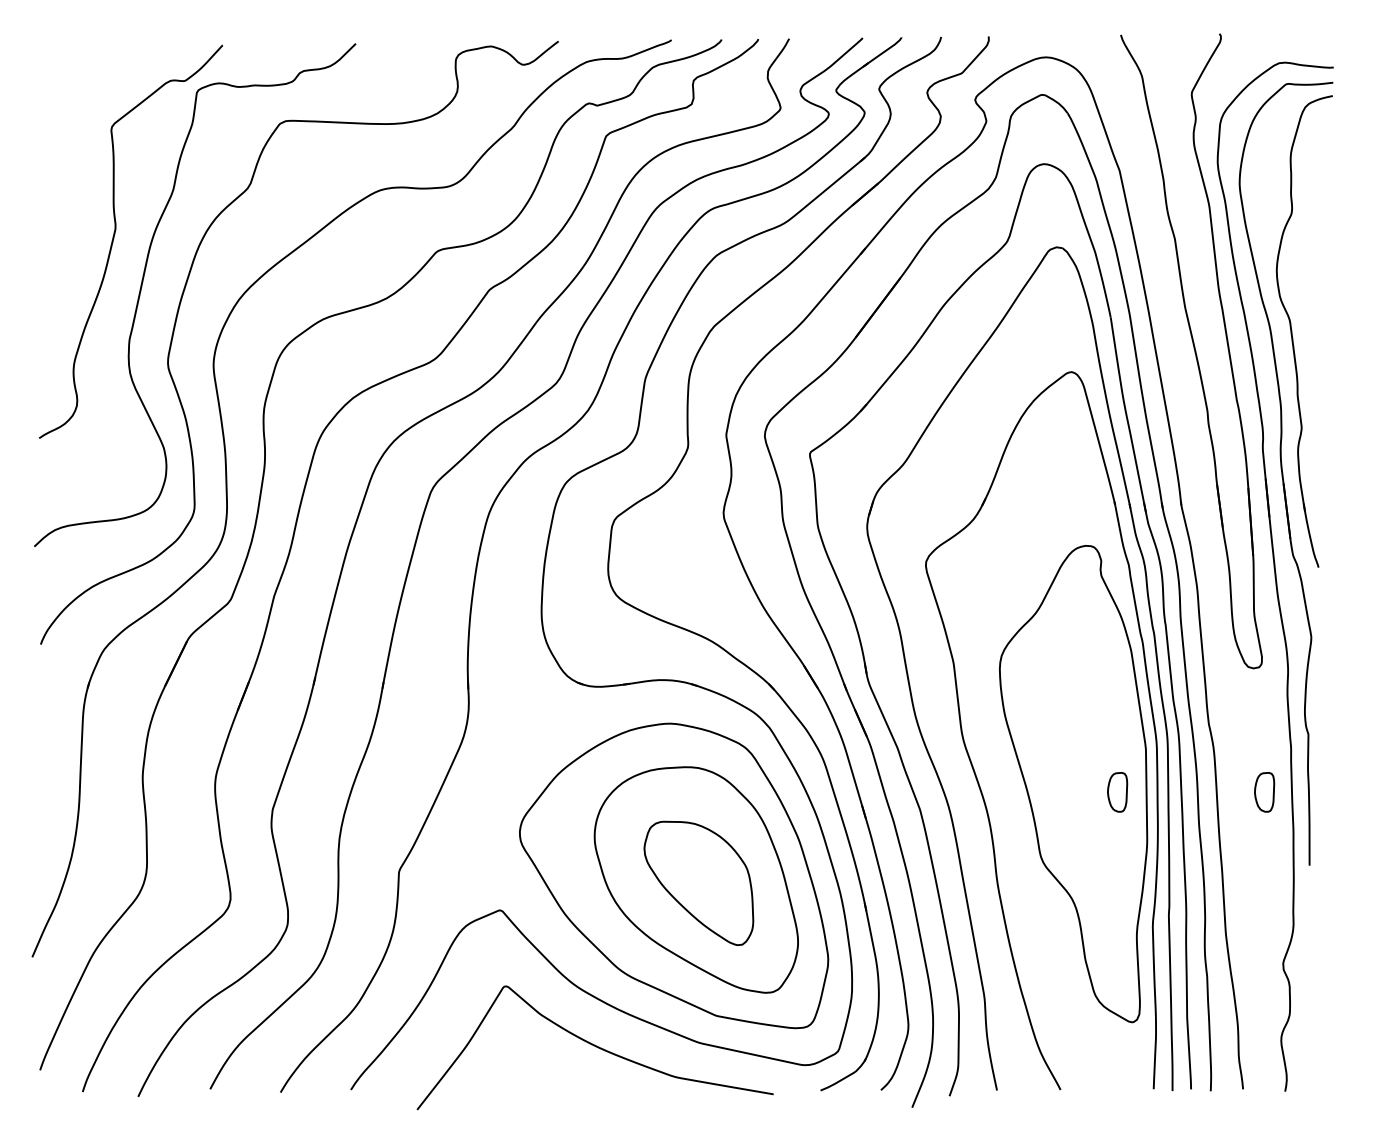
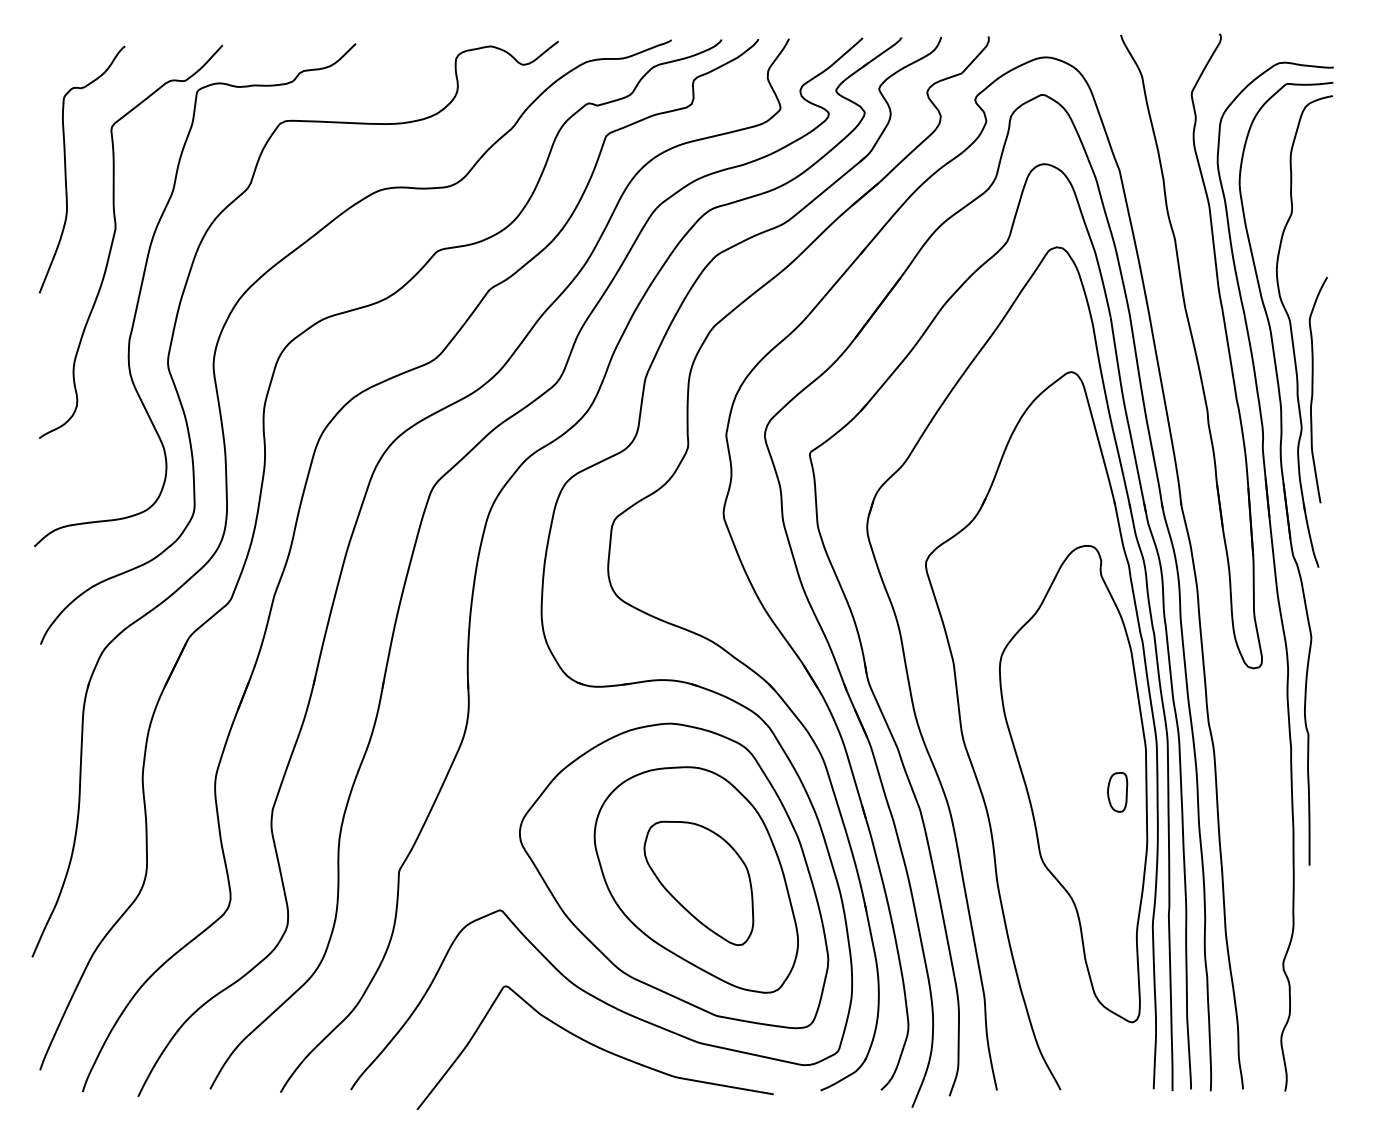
curve at (66, 169): none -> present
curve at (1313, 389): none -> present
part at (1264, 792): present -> none
